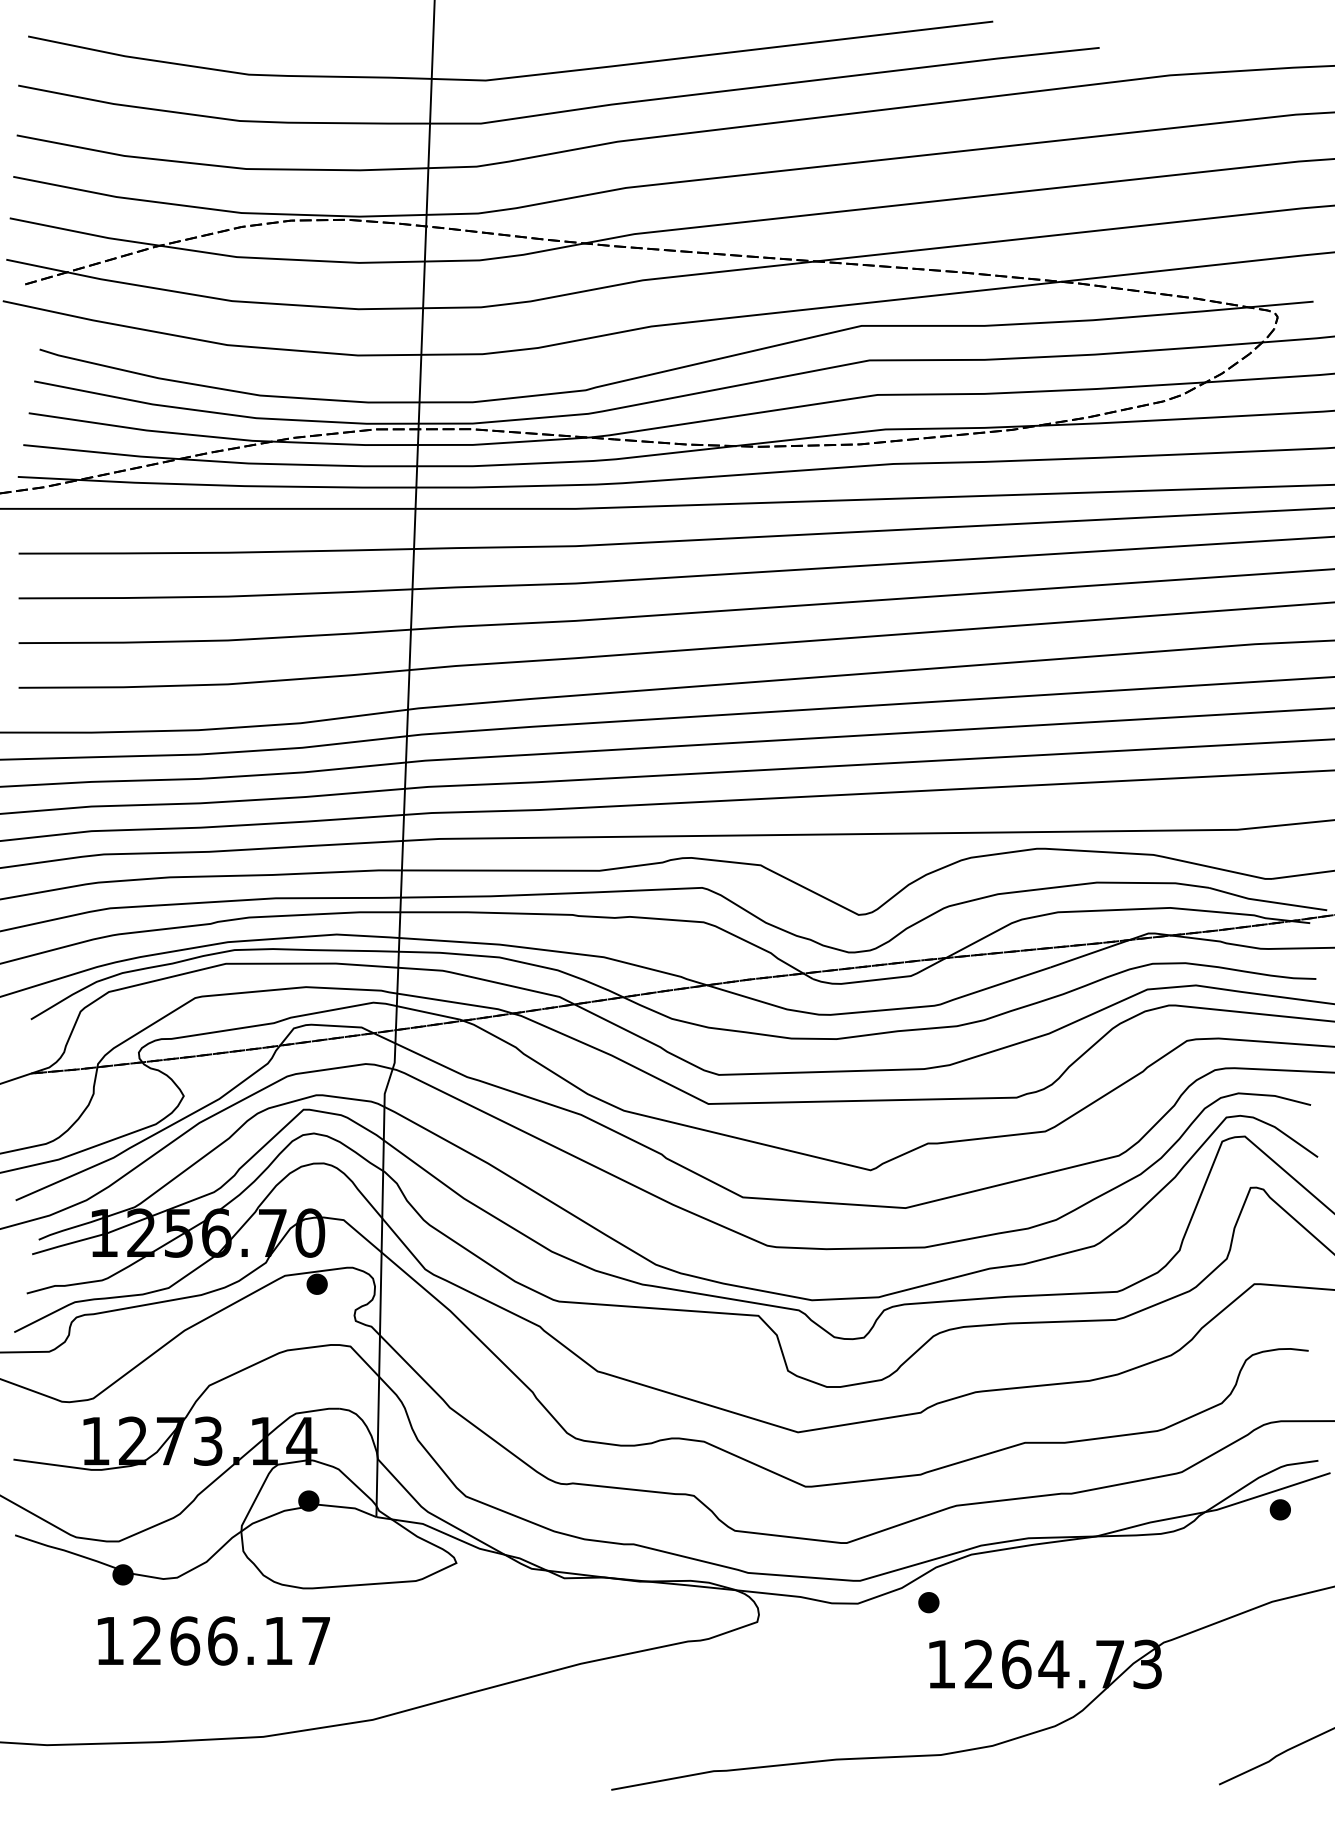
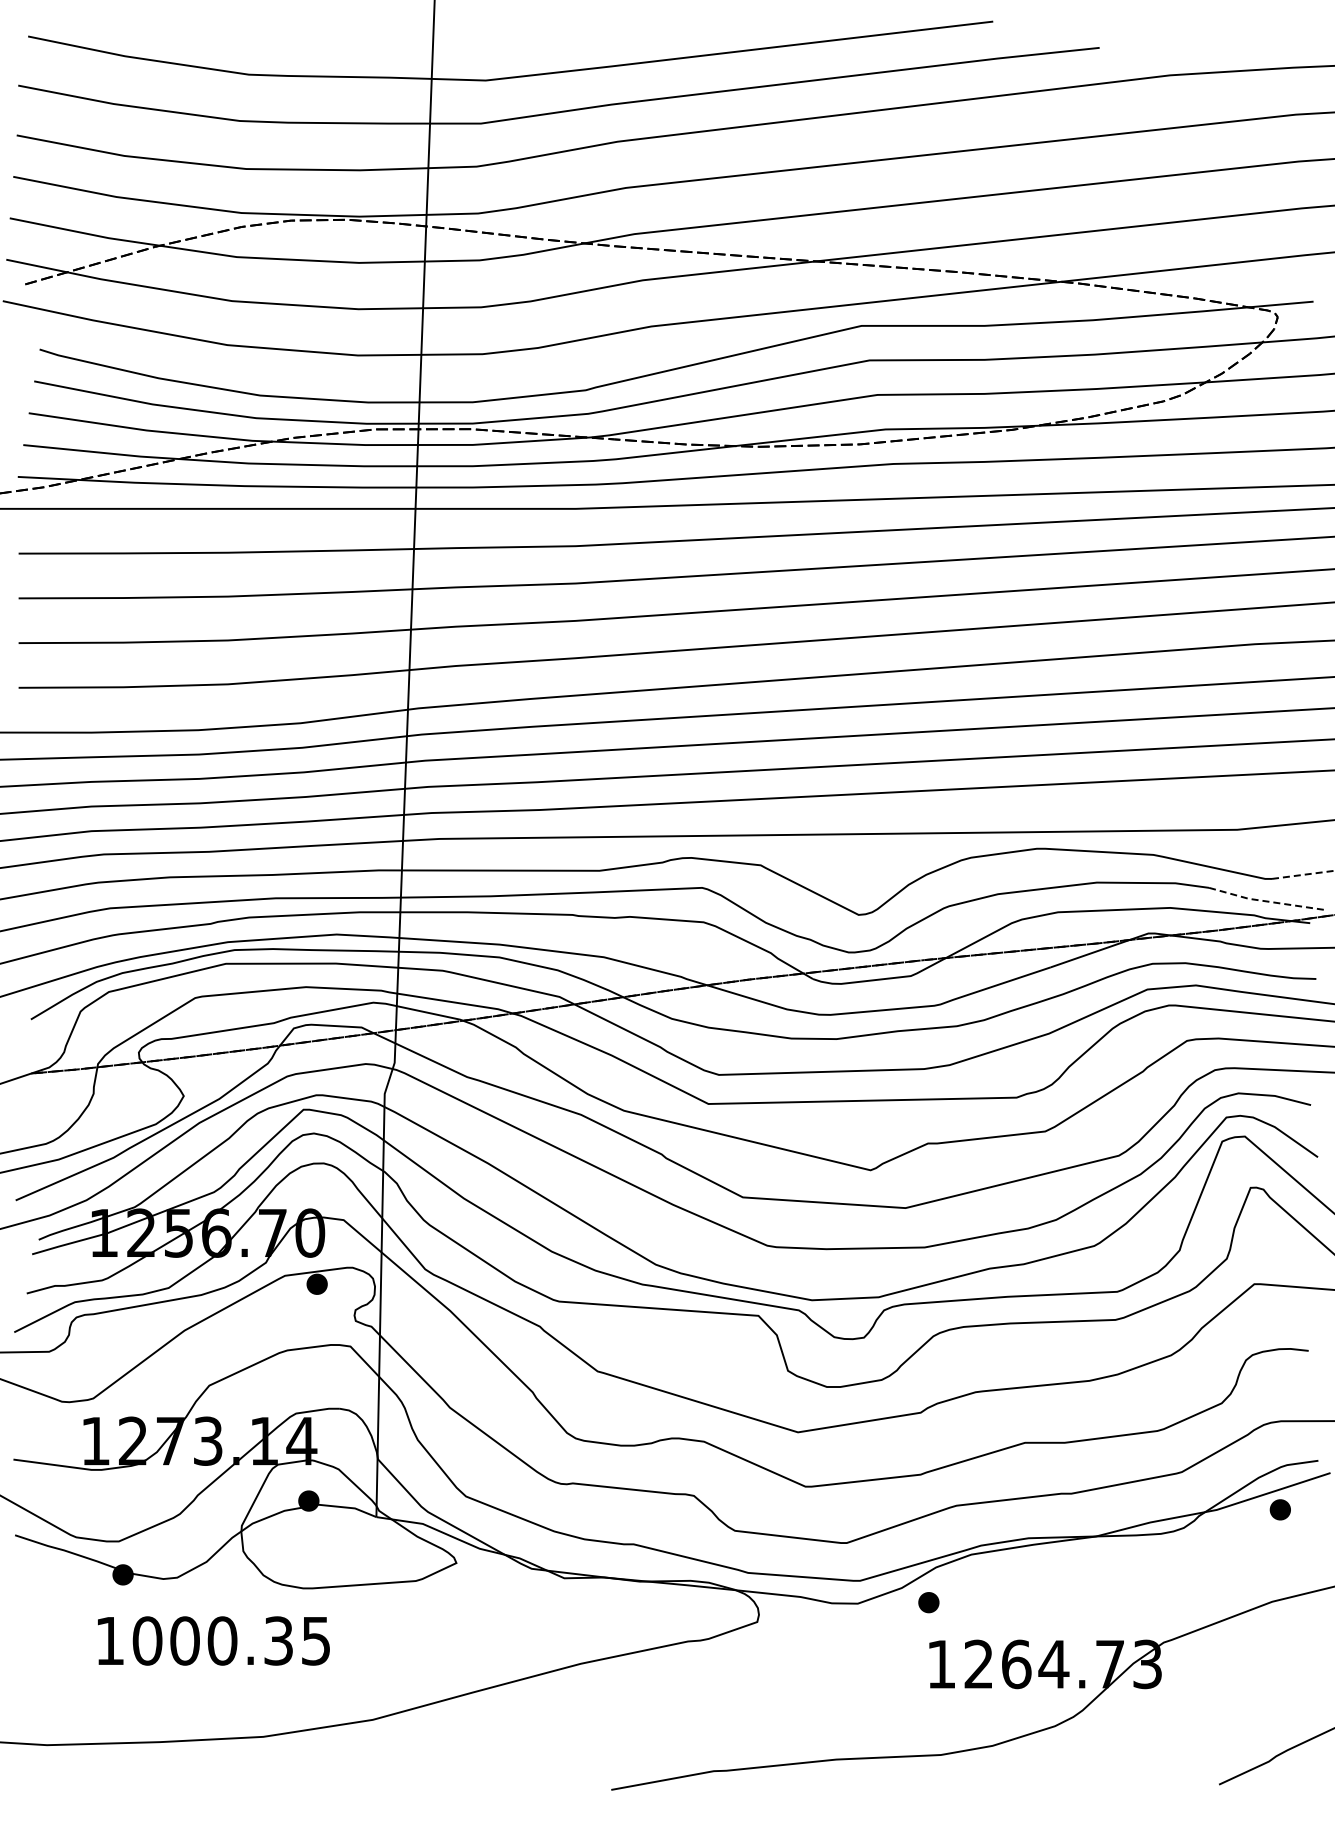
line at (1303, 874): solid -> dashed
line at (1267, 901): solid -> dashed
text at (230, 1640): 1266.17 -> 1000.35
